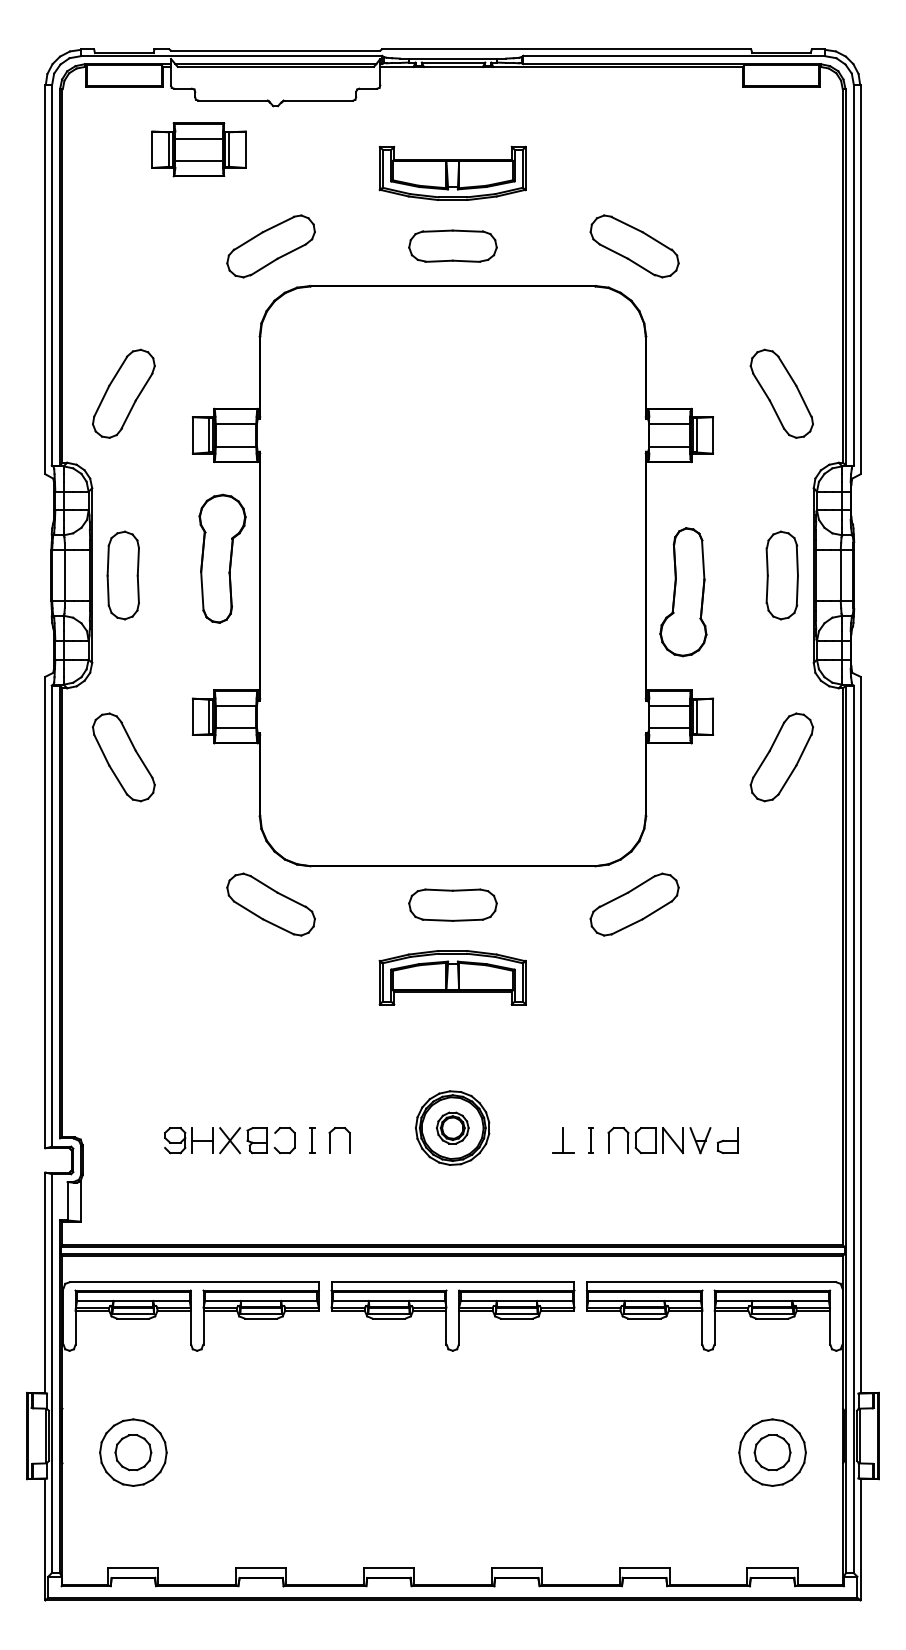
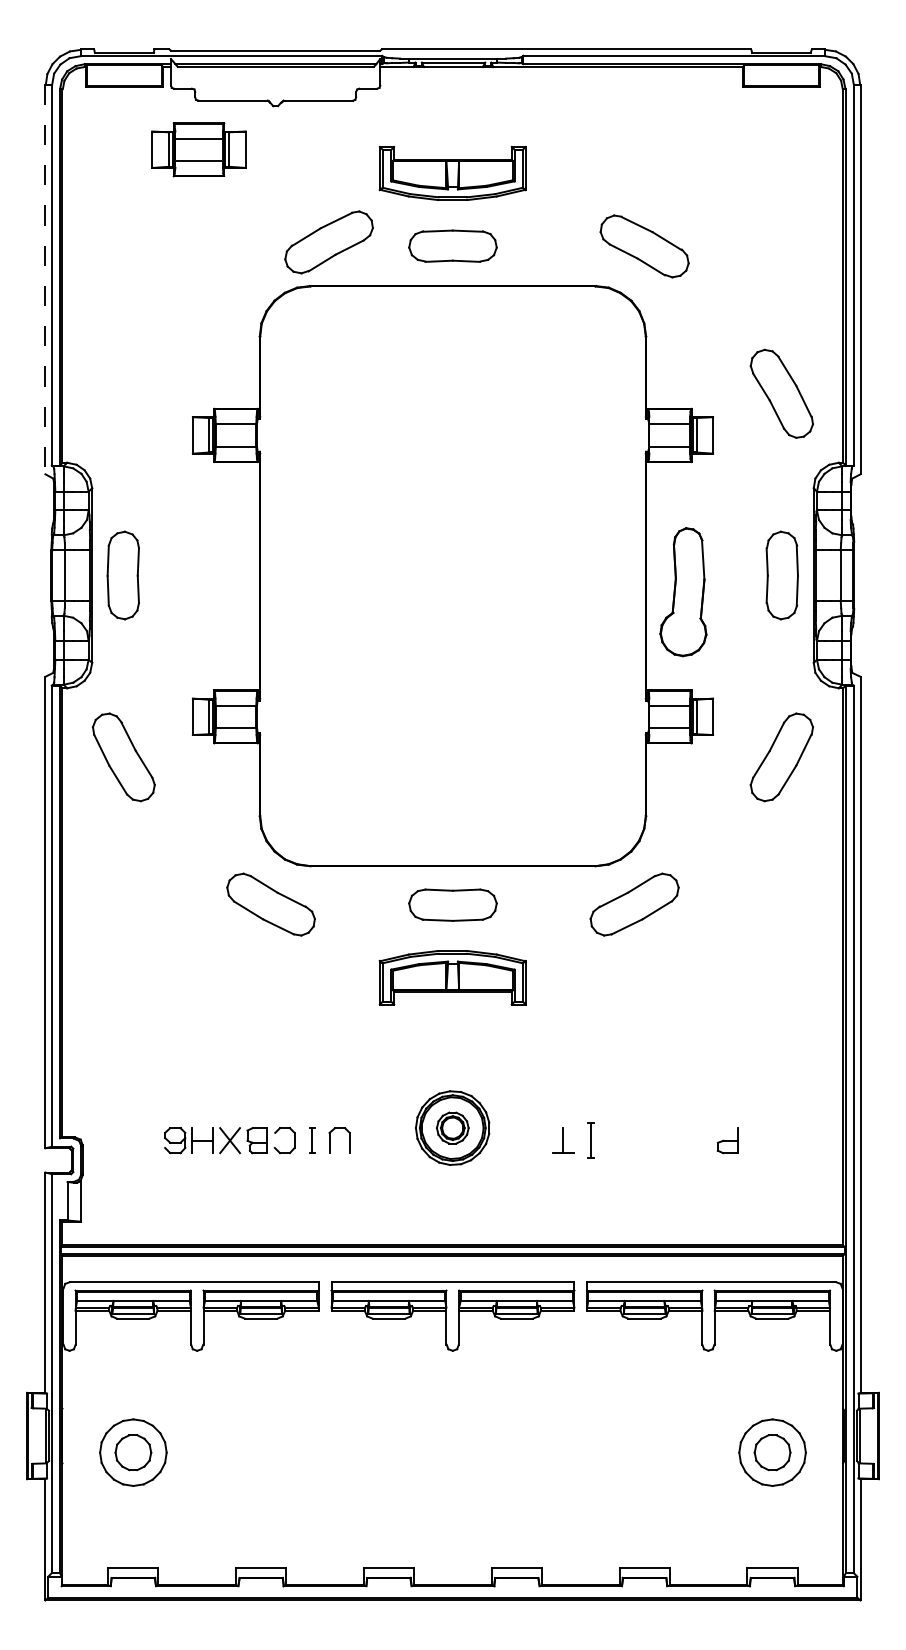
part at (270, 246) position: (270, 246) -> (328, 242)
part at (634, 246) position: (634, 246) -> (644, 246)
line at (45, 279): solid -> dashed
part at (123, 393): present -> none
part at (222, 558): present -> none
part at (590, 1140) size: 6x27 px -> 8x37 px
part at (659, 1140): present -> none
